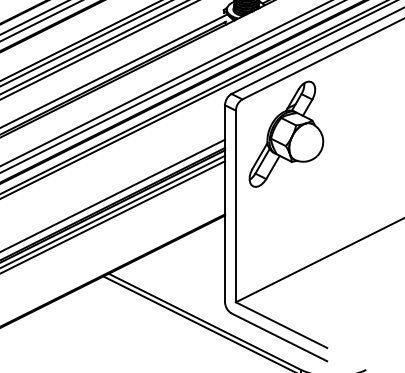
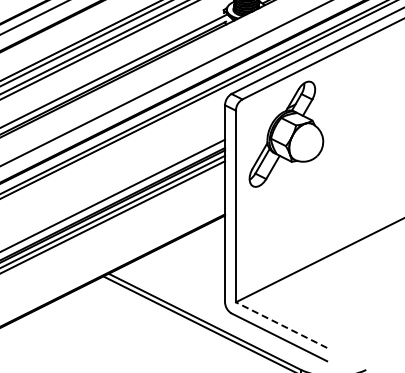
line at (40, 21): present -> none
line at (171, 86): present -> none
line at (281, 324): solid -> dashed
